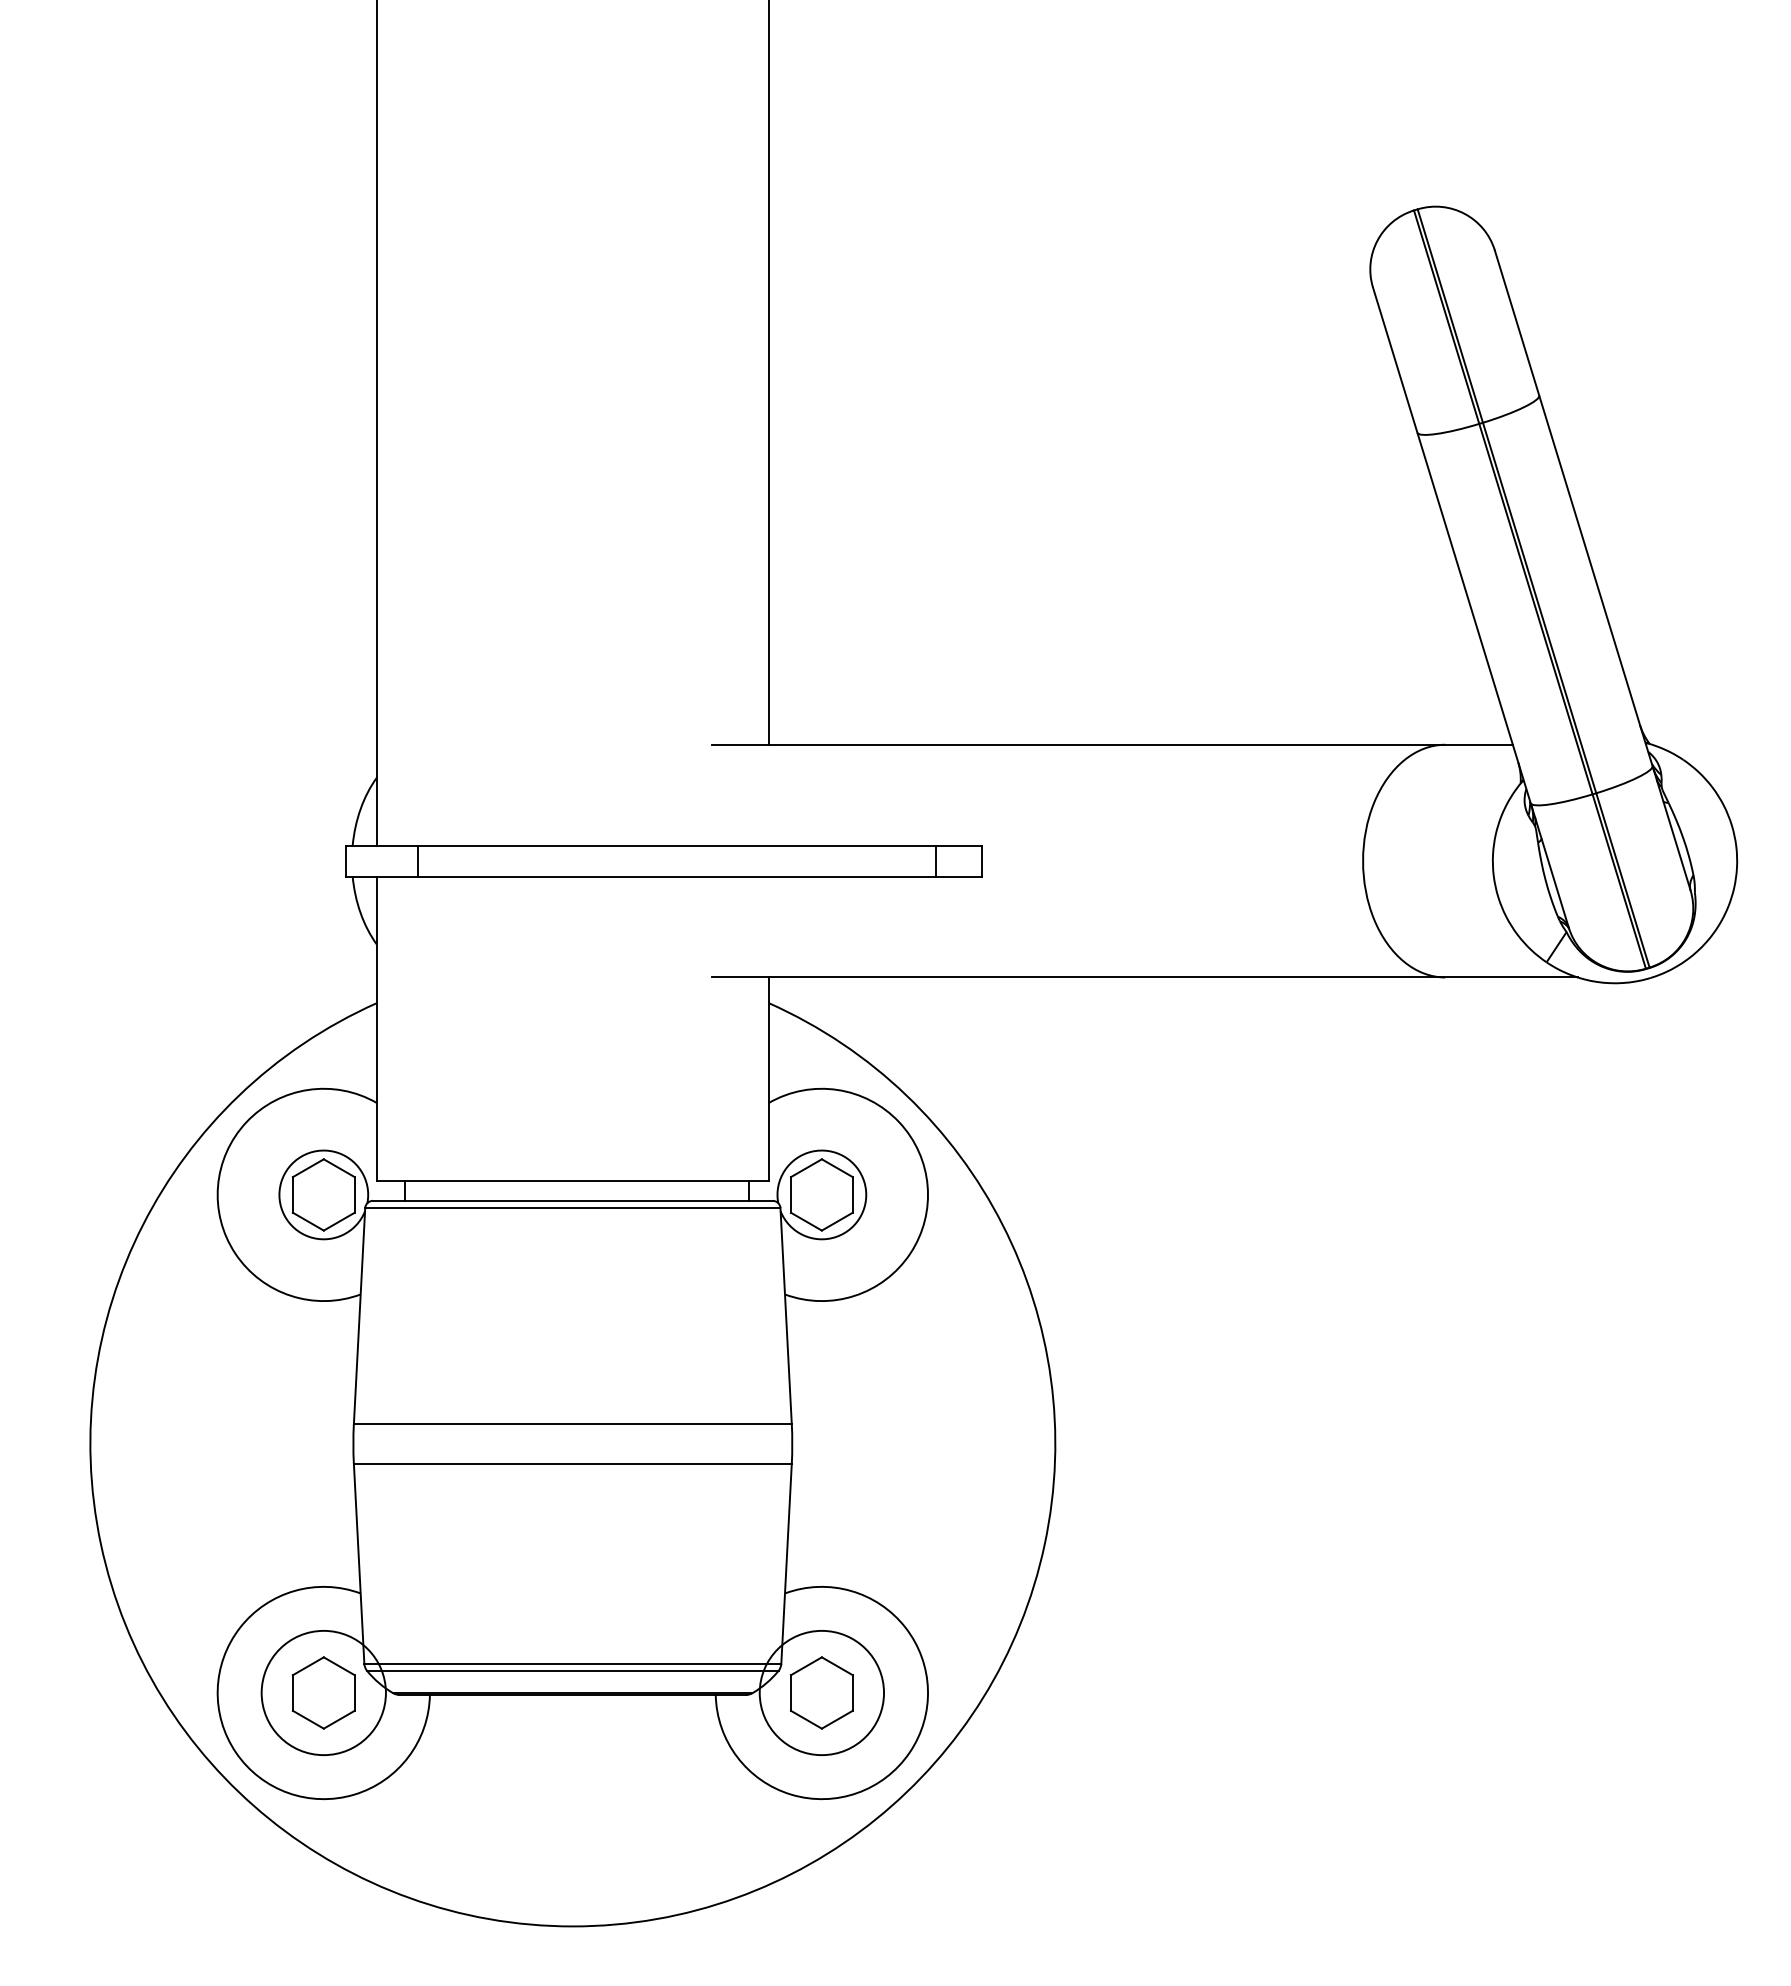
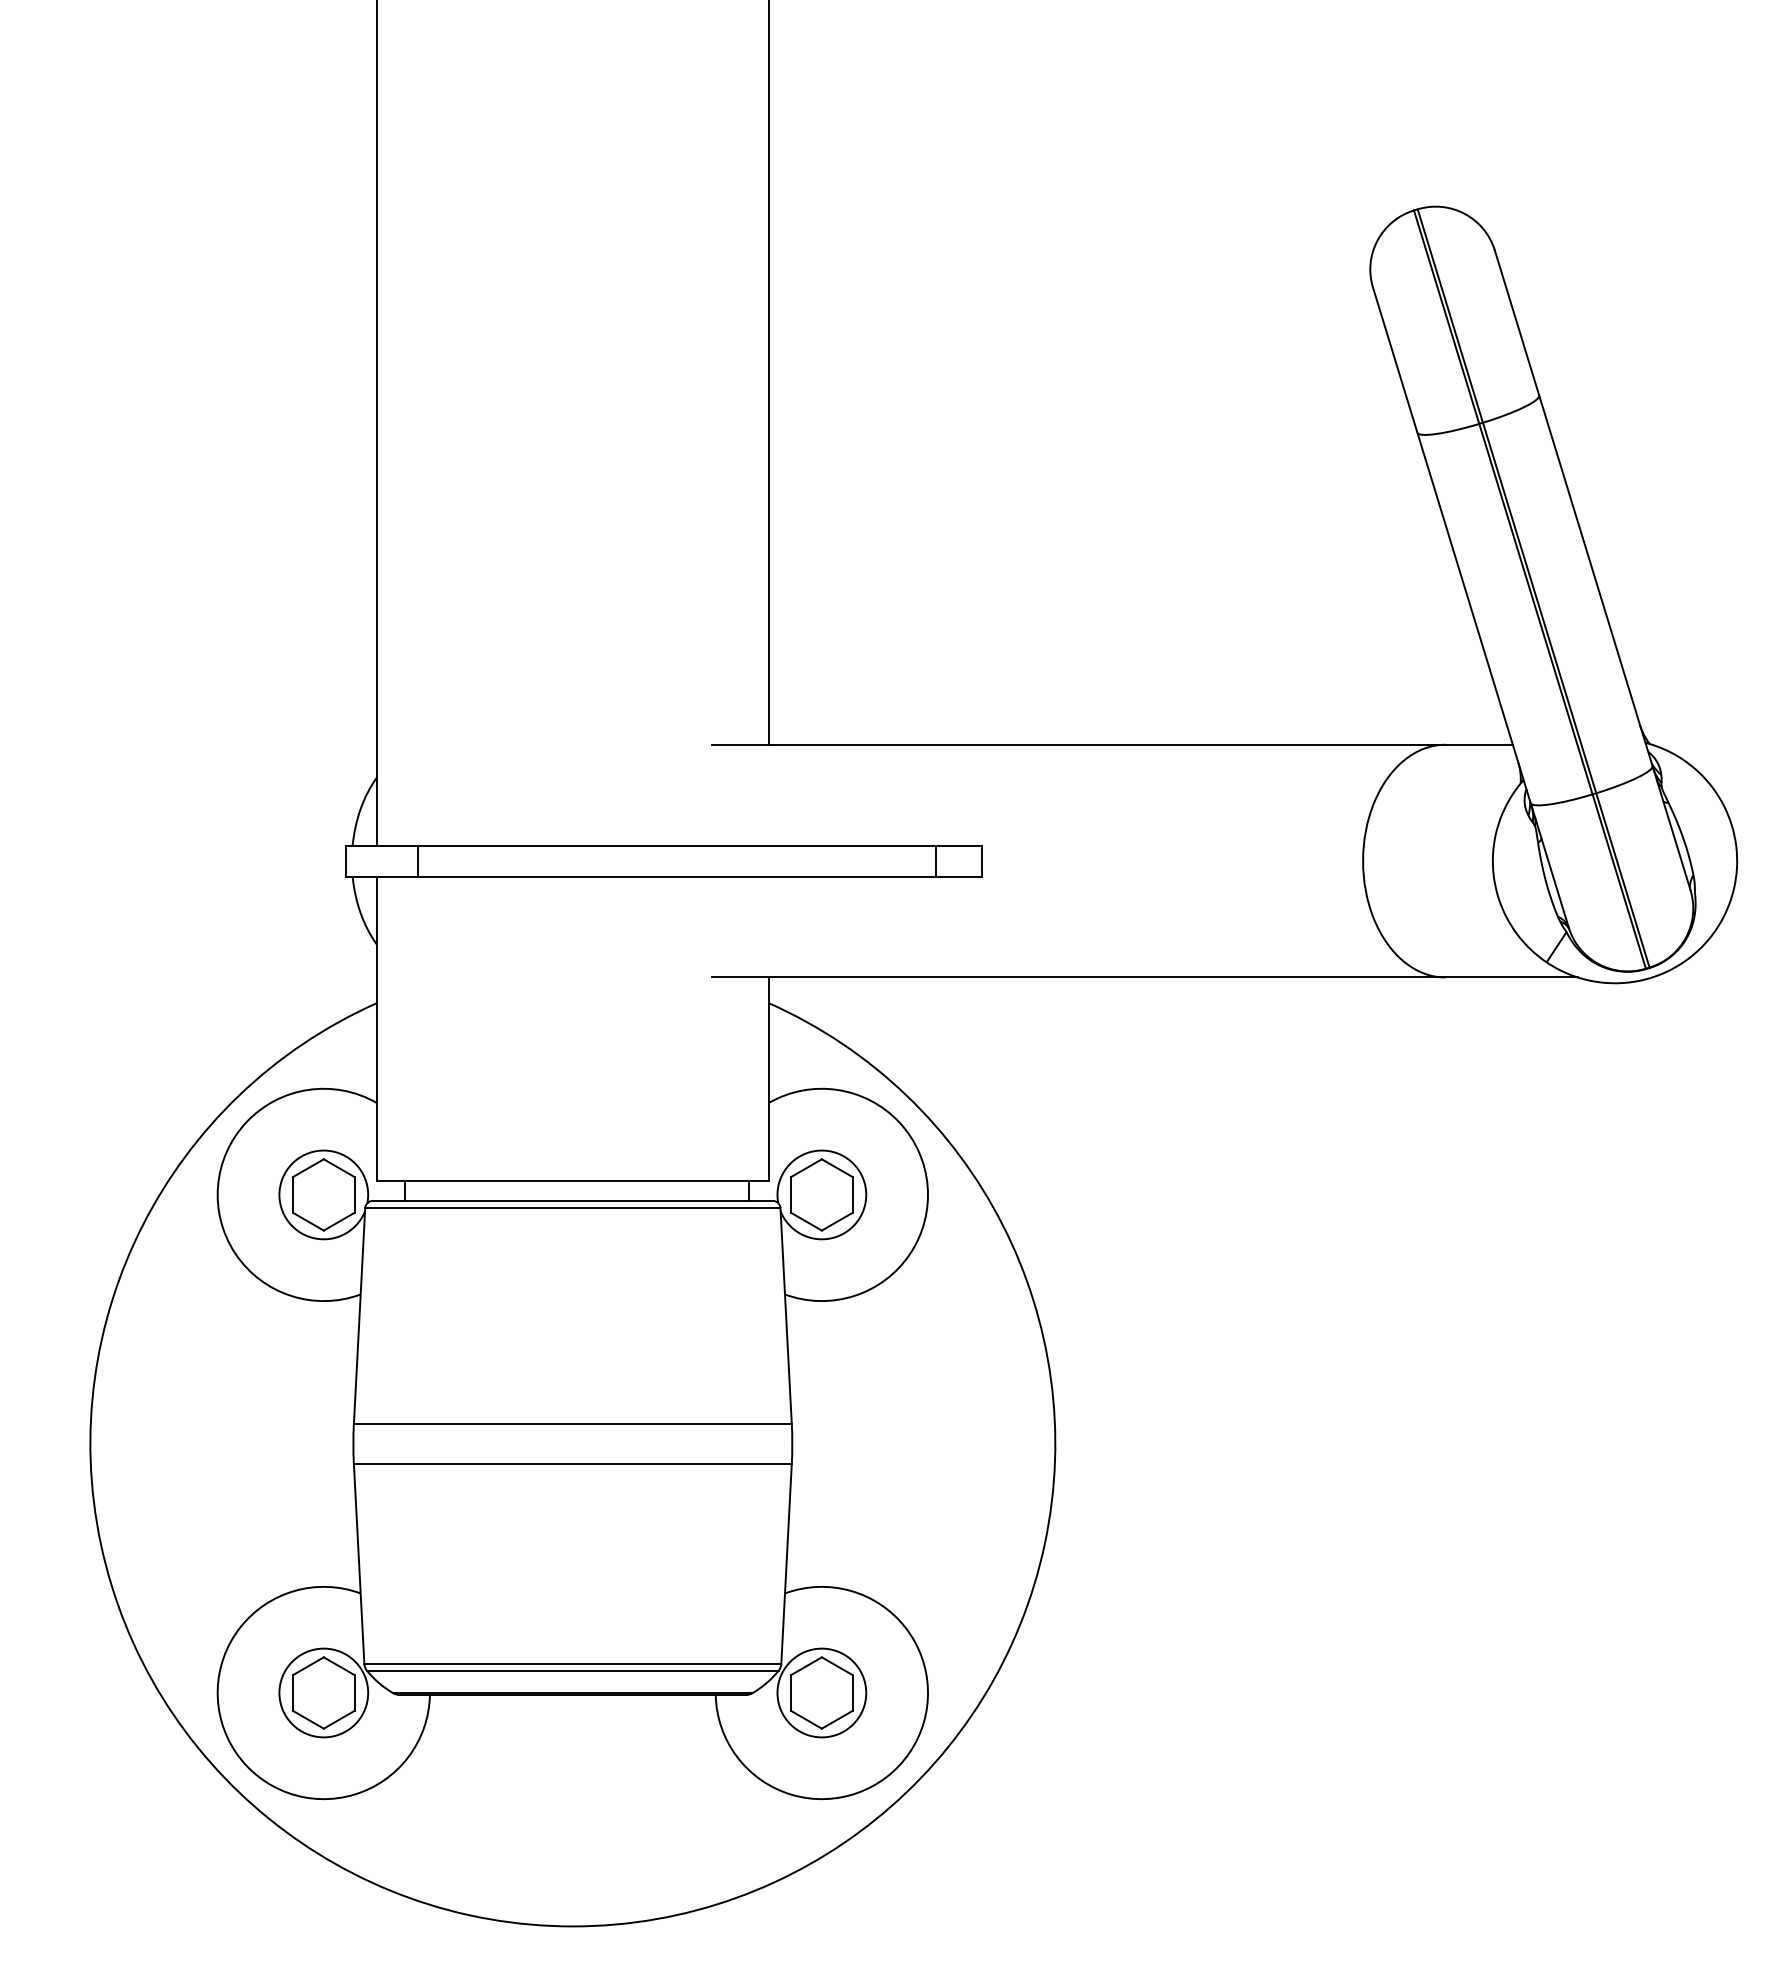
circle at (323, 1692) diameter: 124 px -> 89 px
circle at (821, 1692) diameter: 124 px -> 89 px
